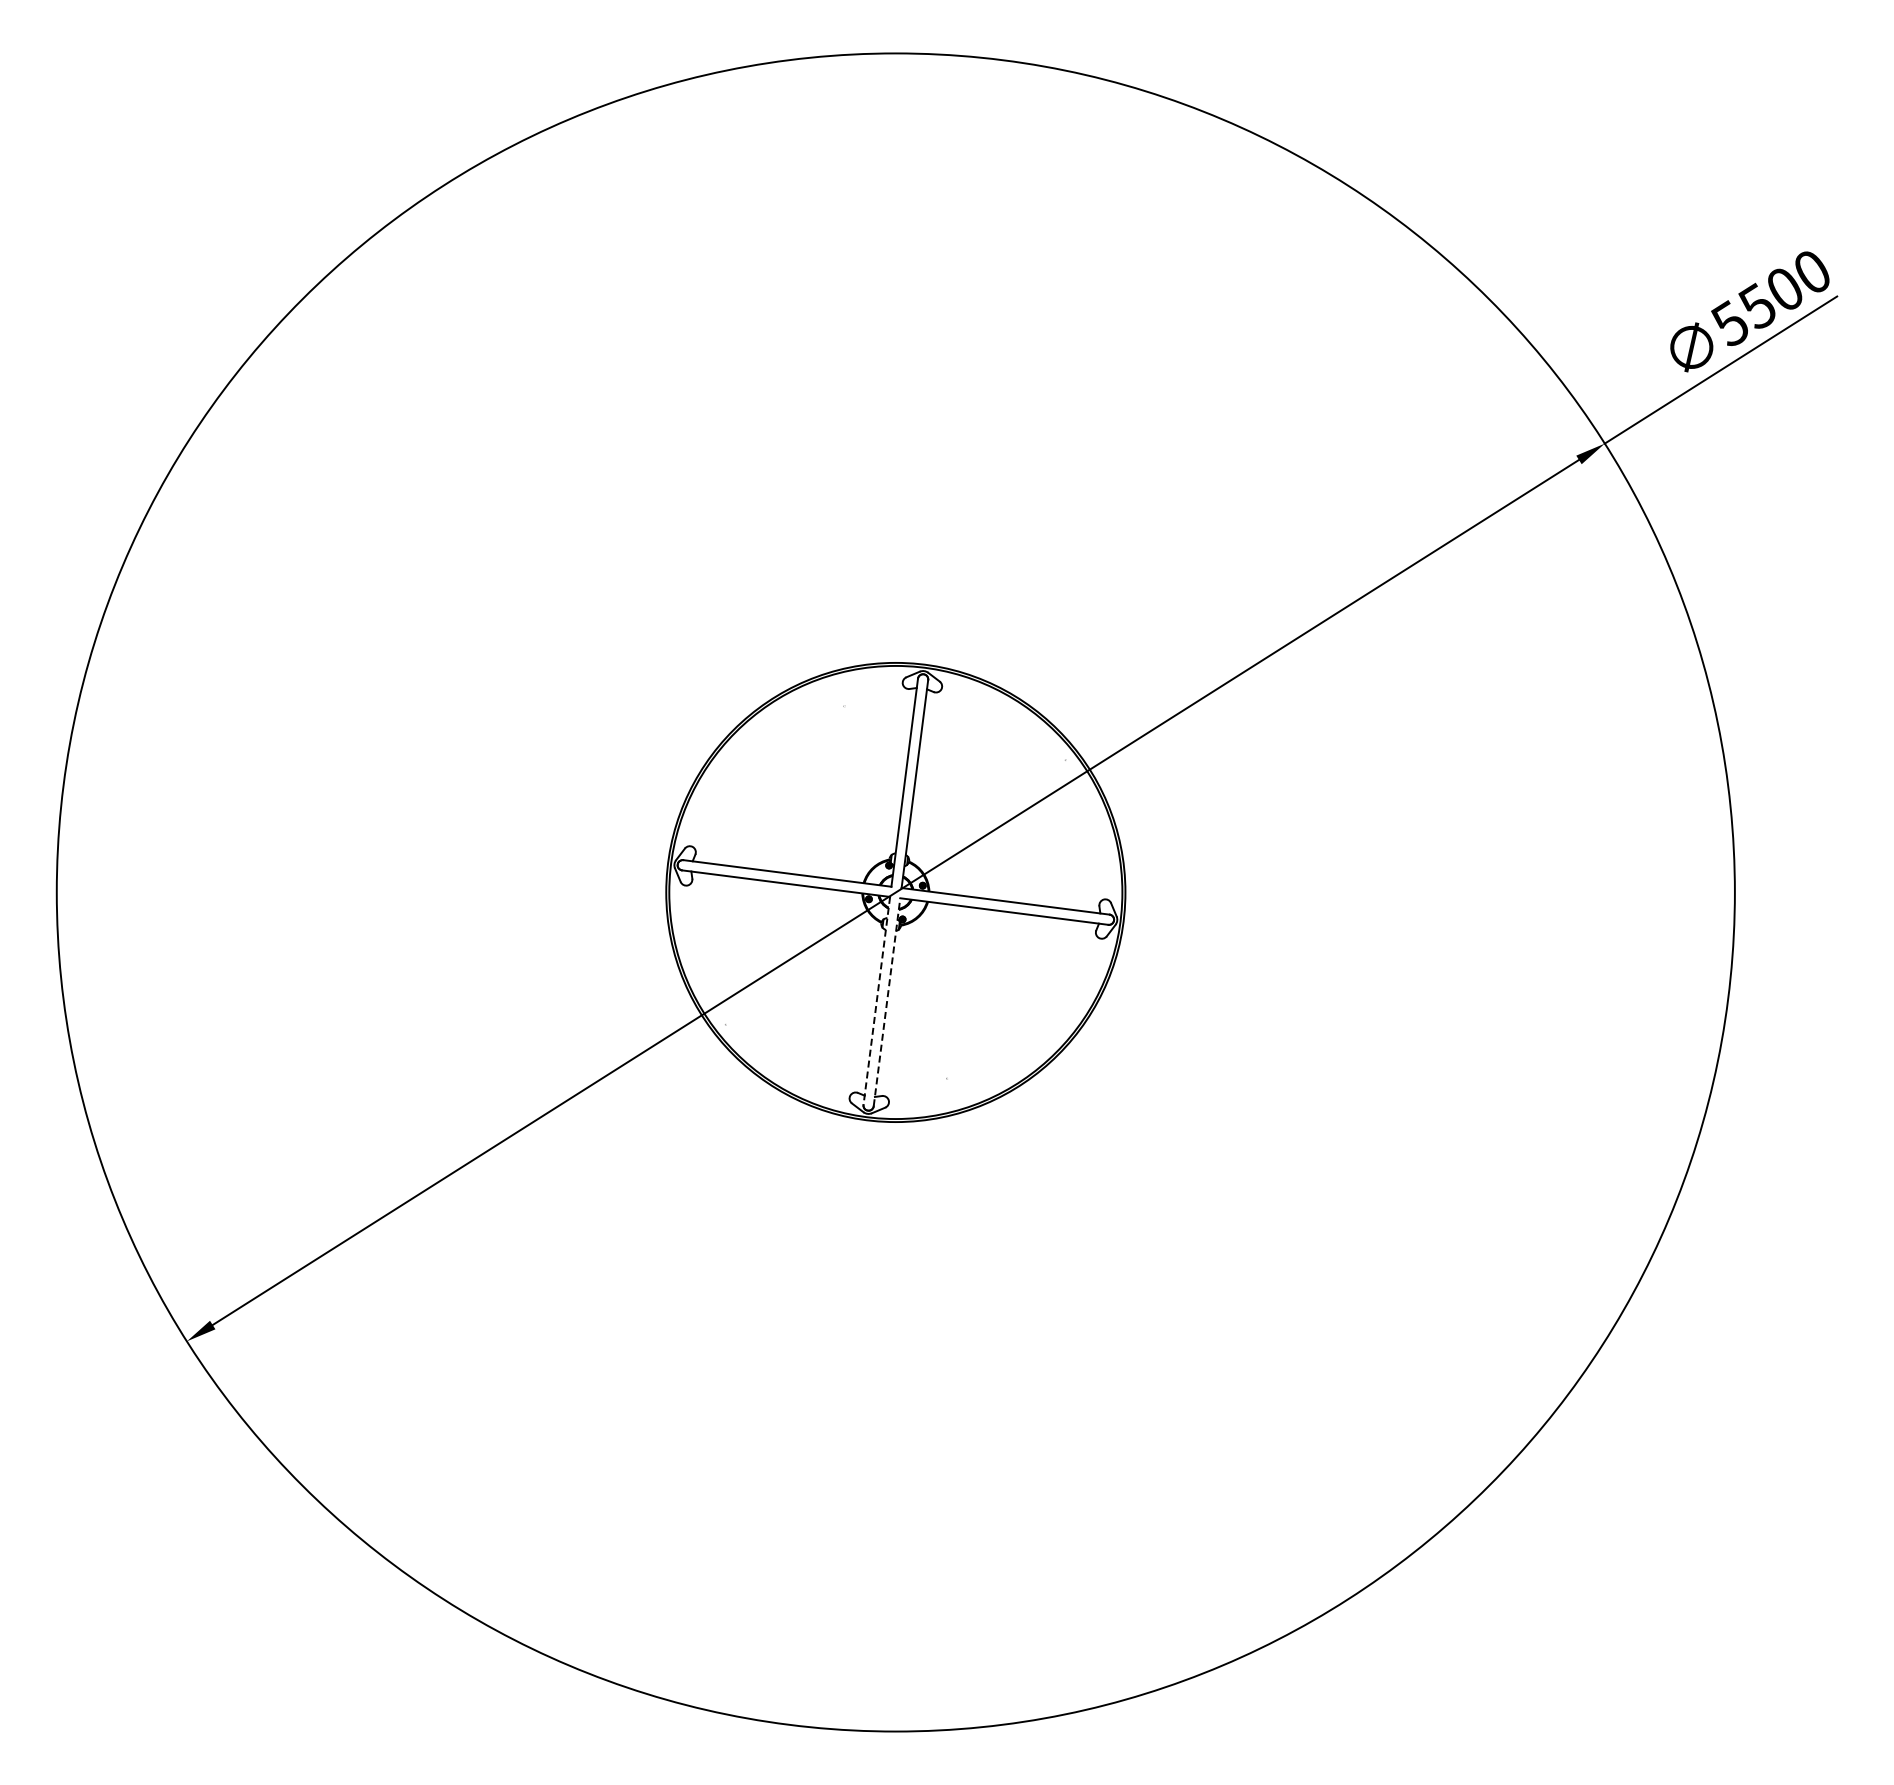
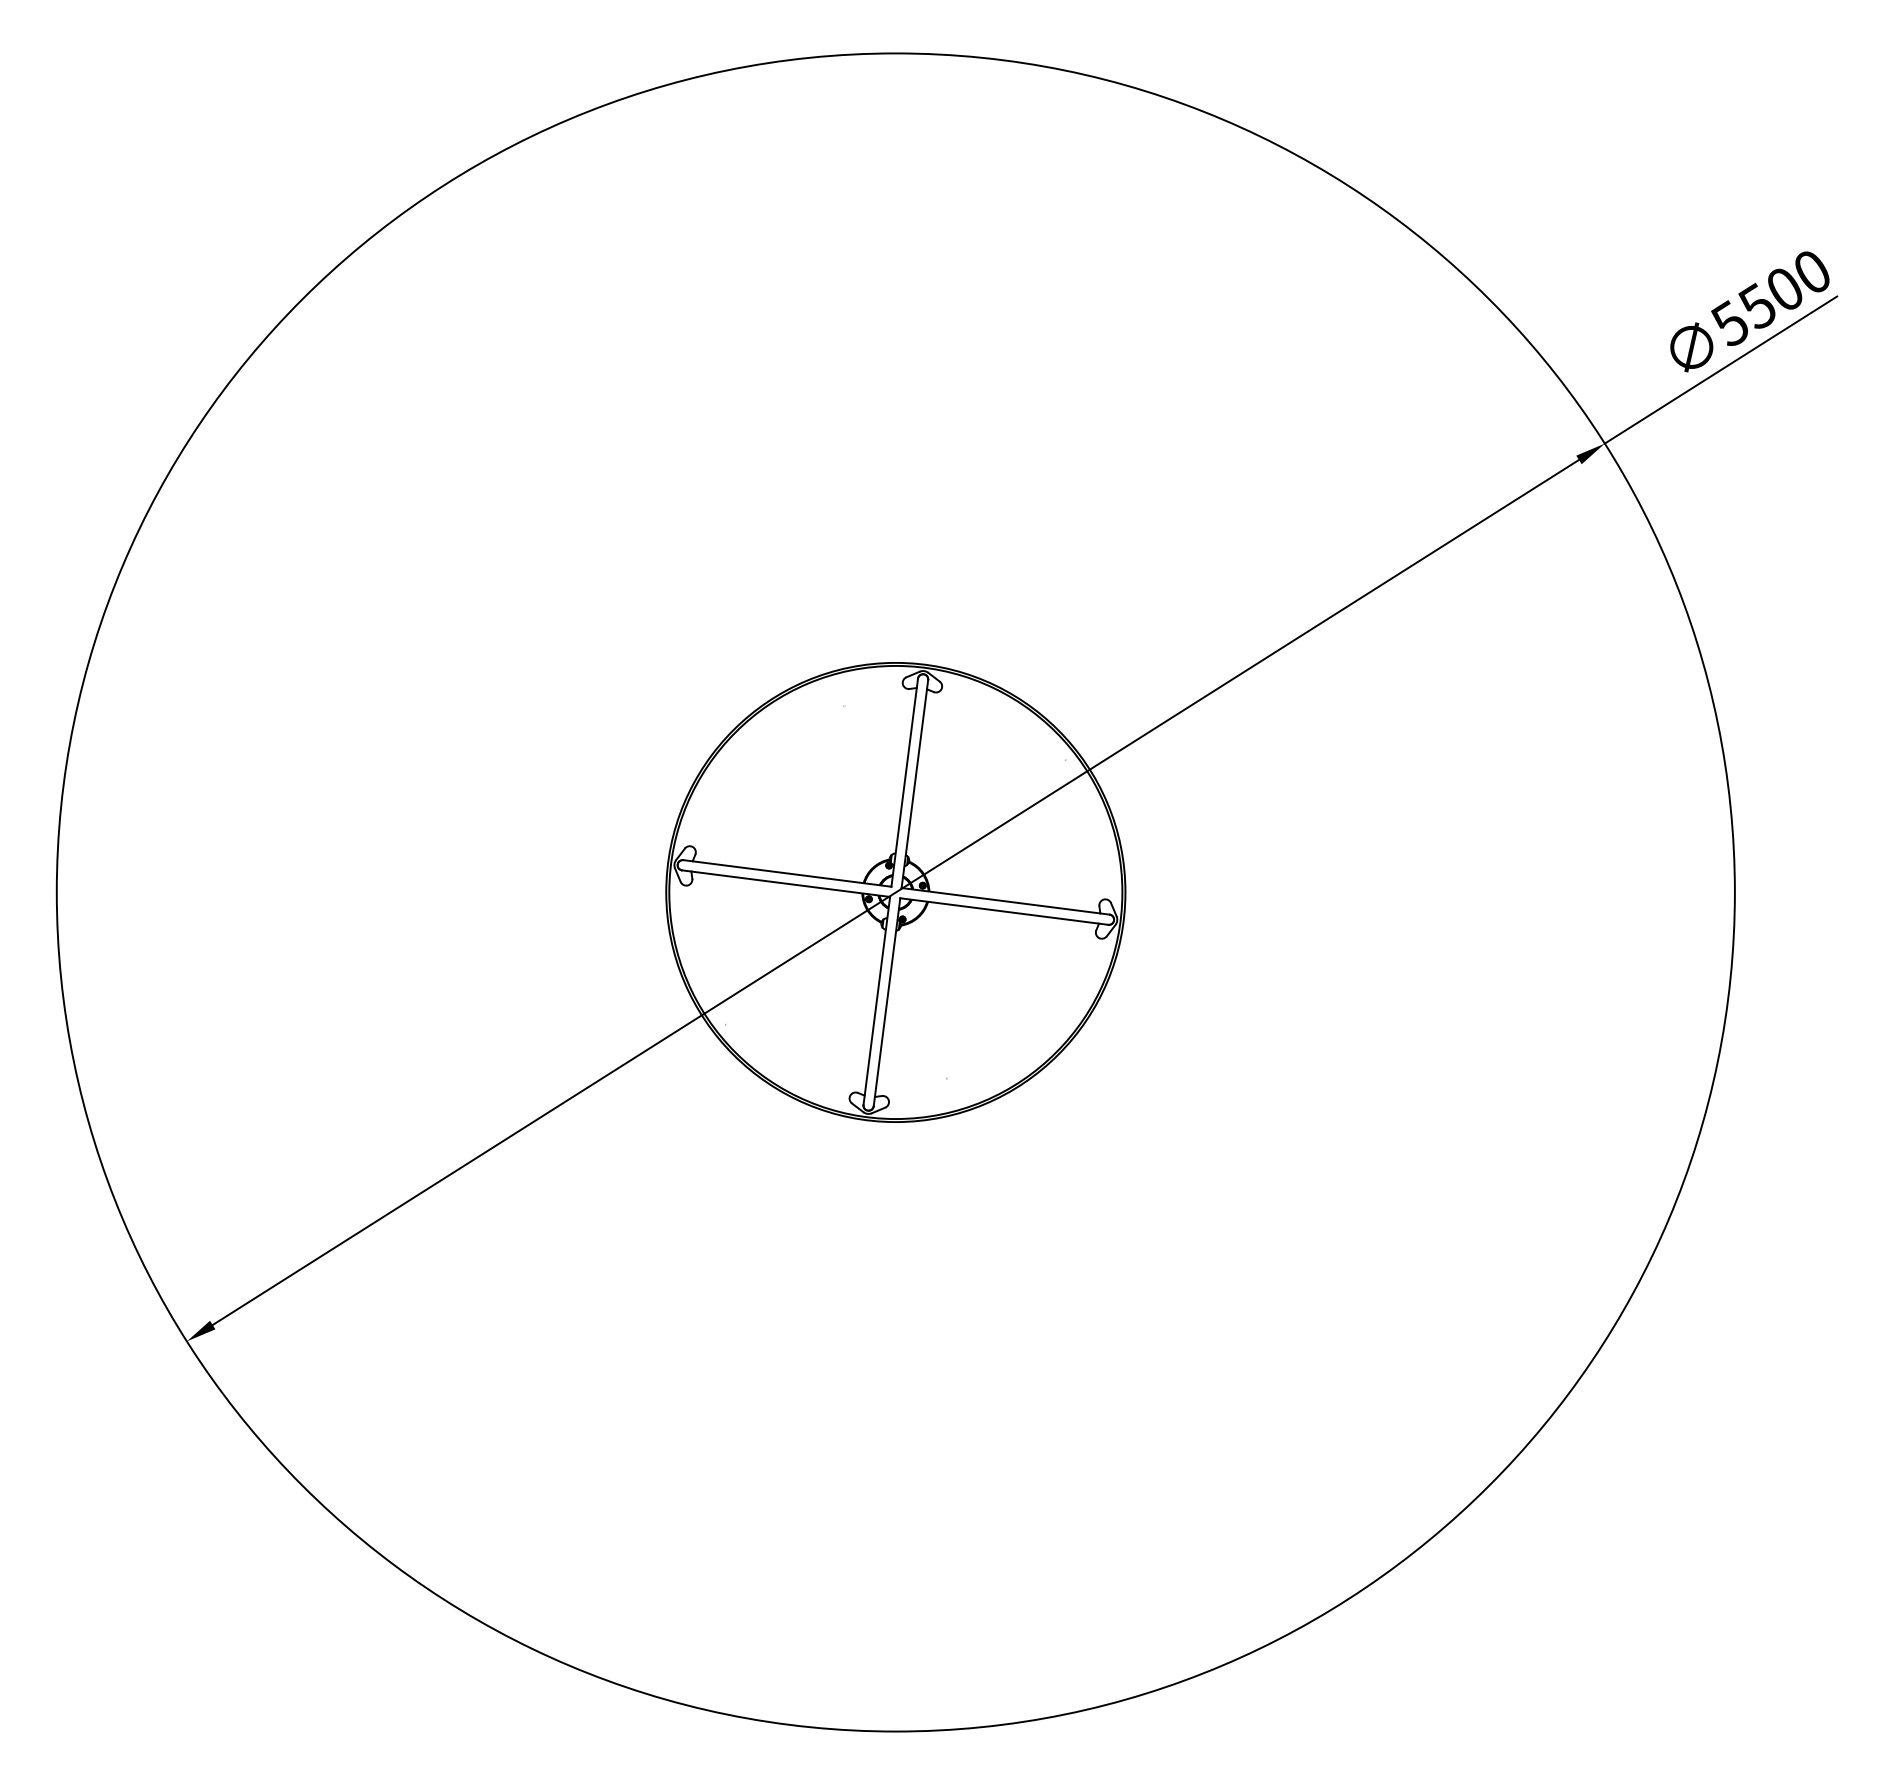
line at (876, 1000): dashed -> solid
line at (887, 1002): dashed -> solid
